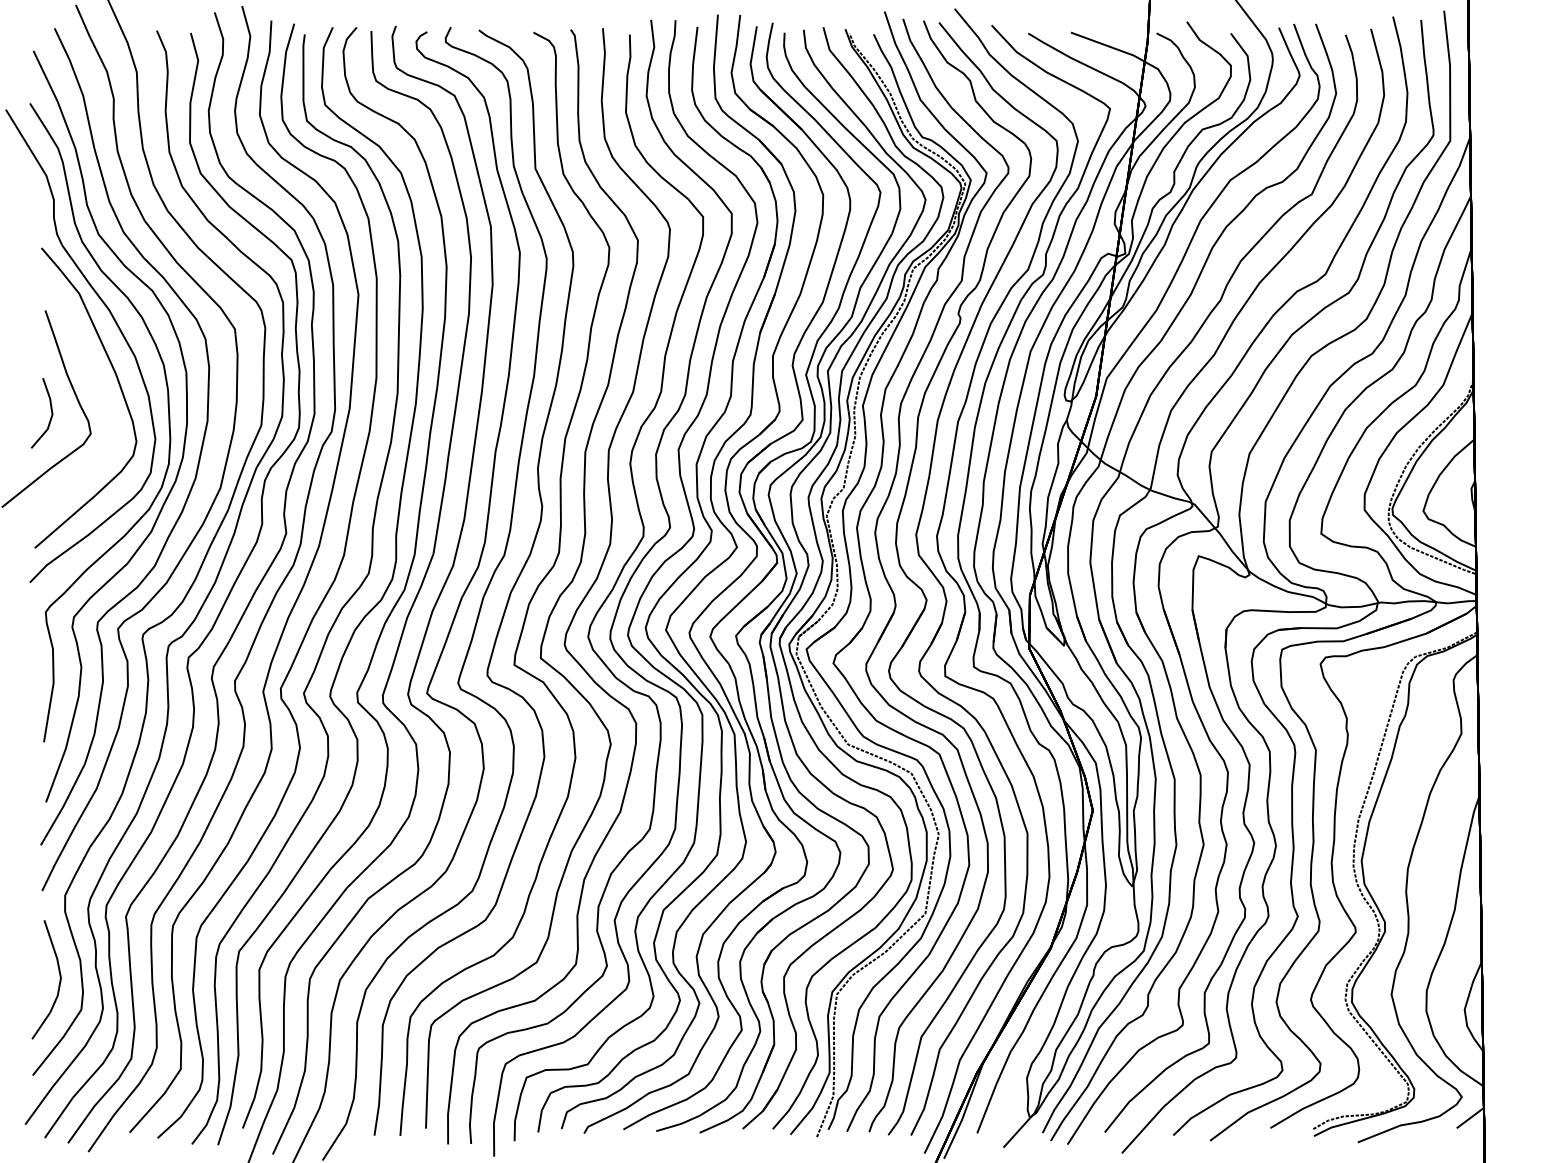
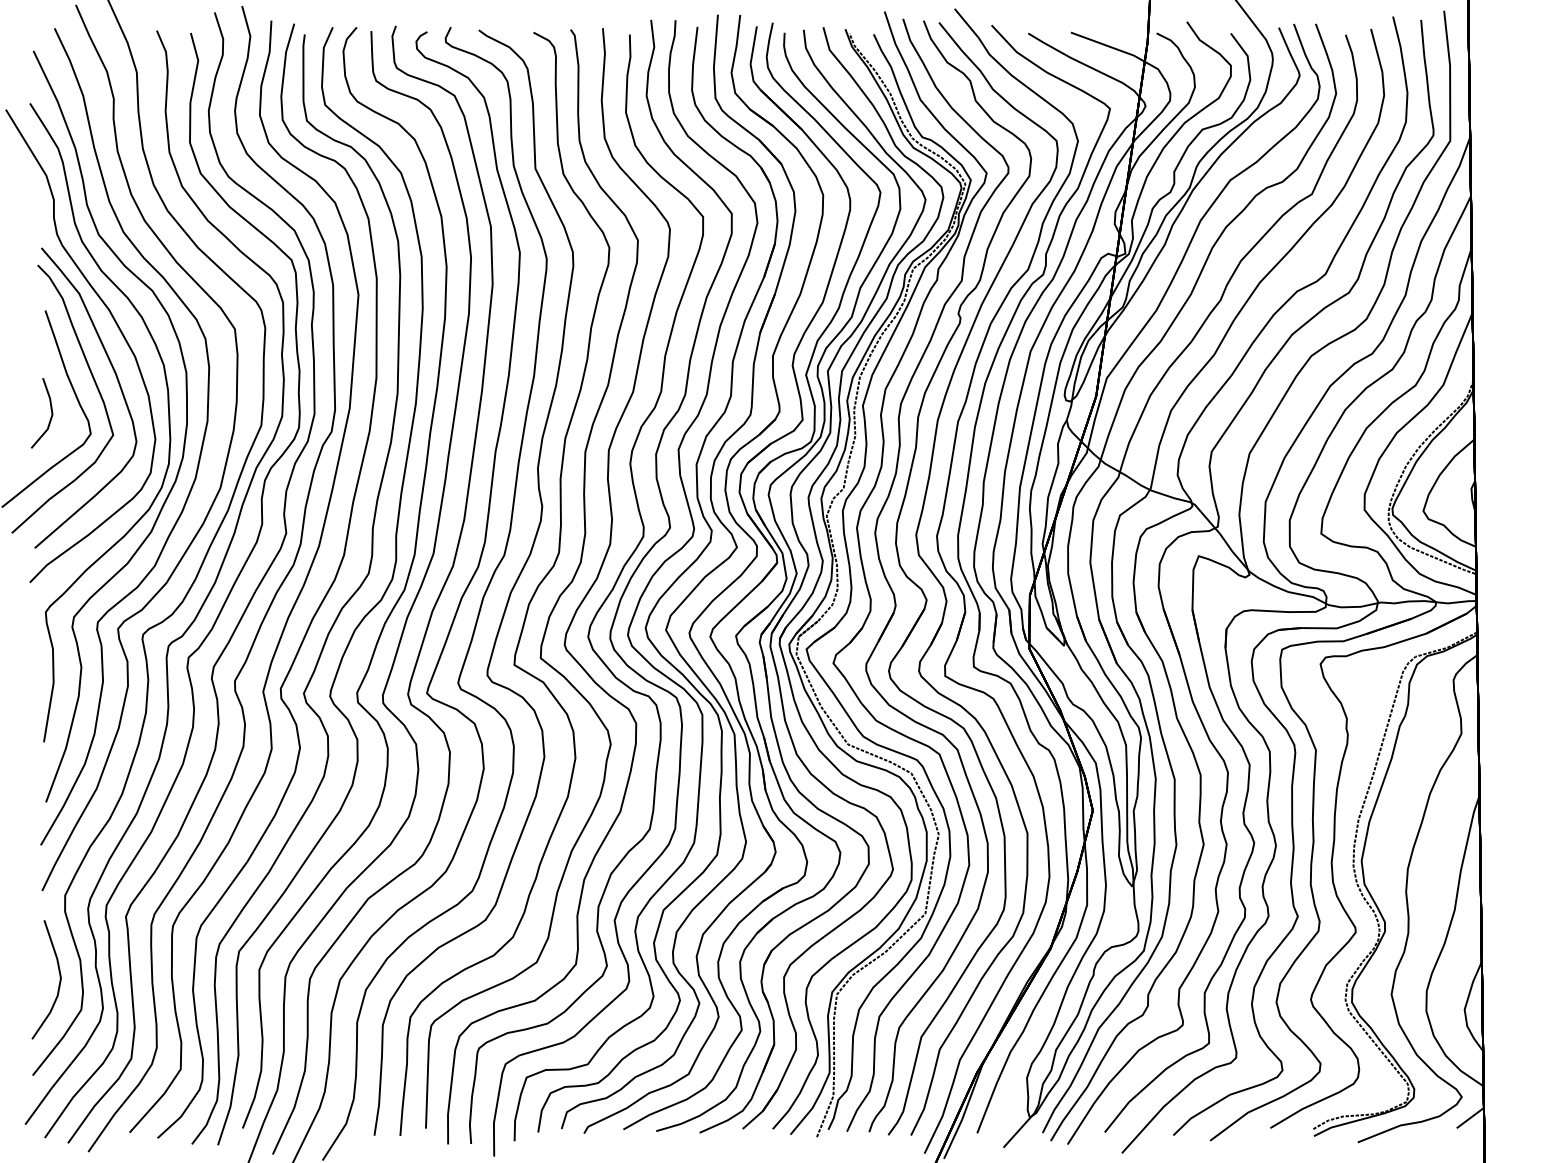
part at (94, 383): none -> present
